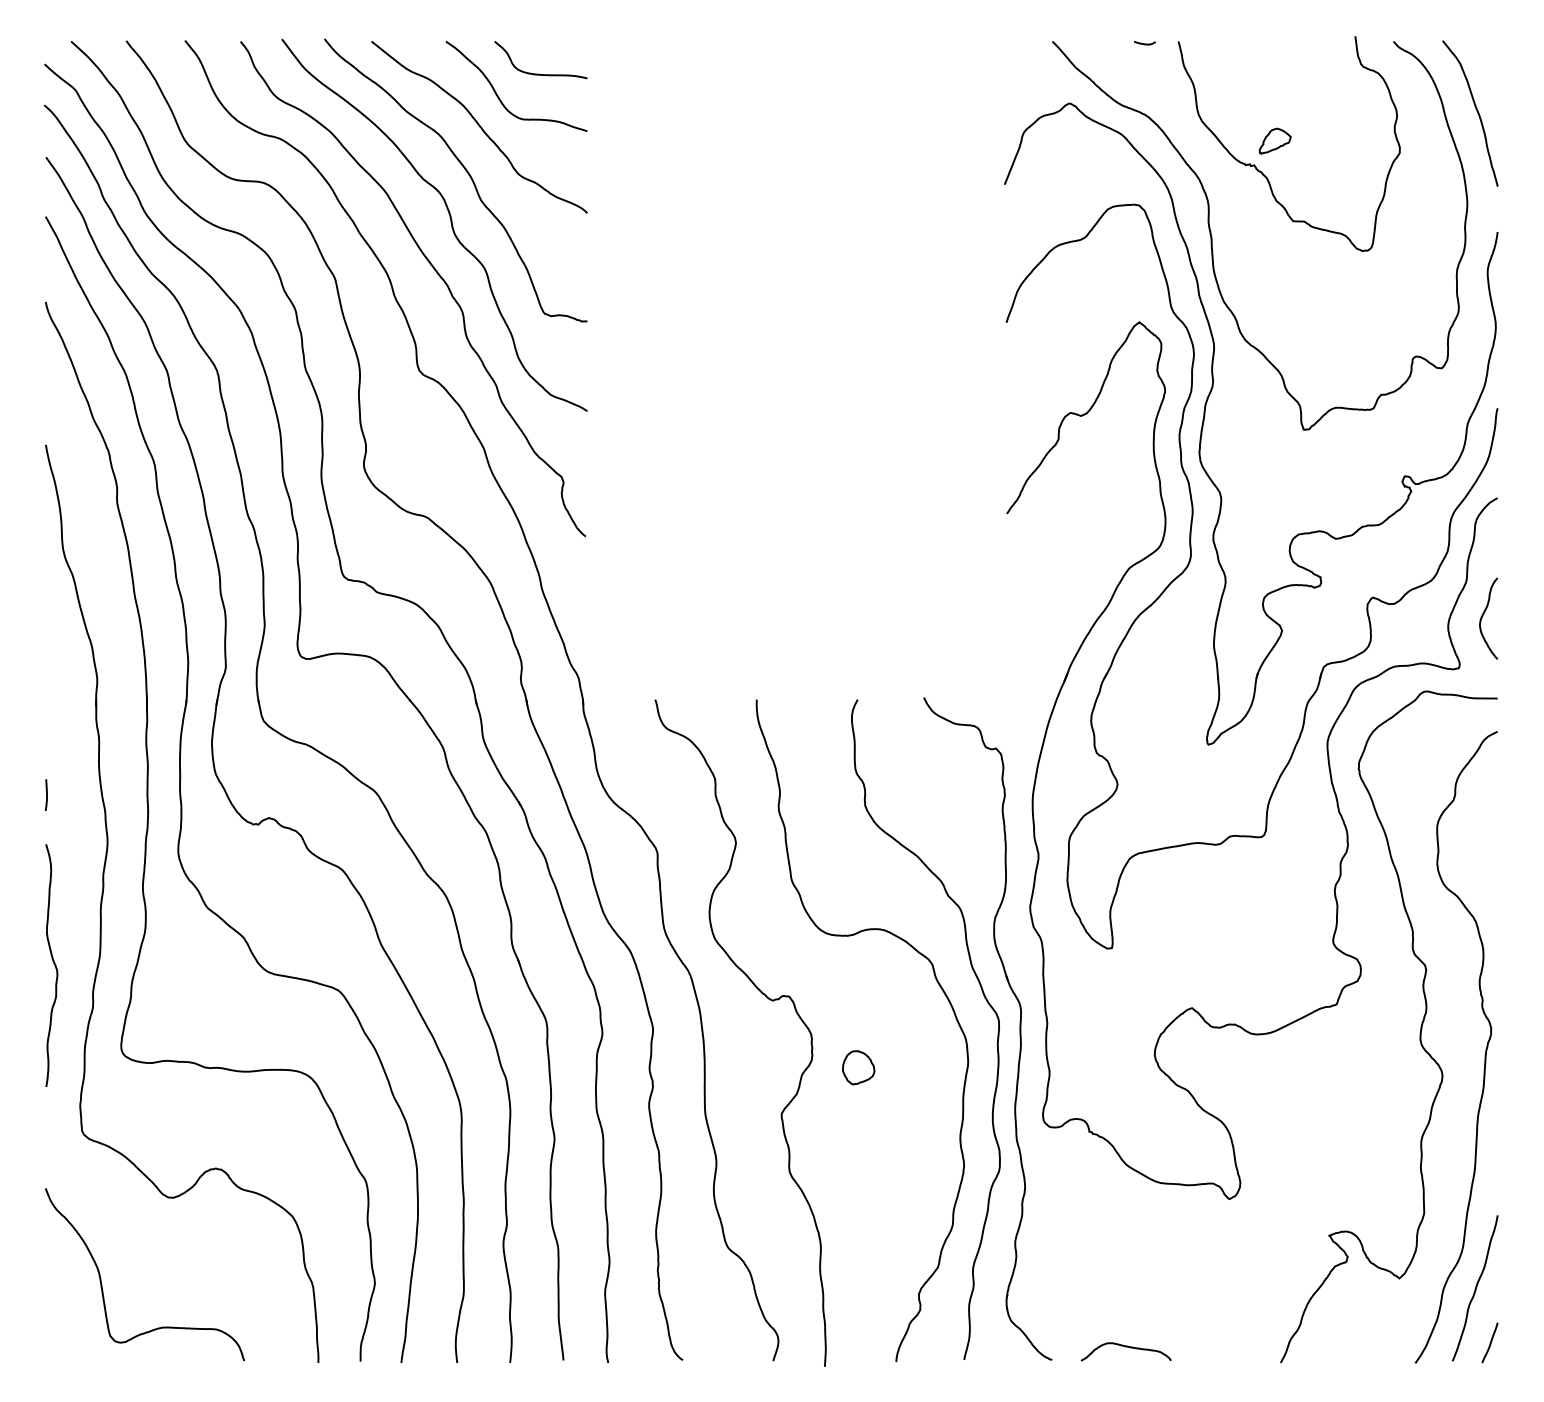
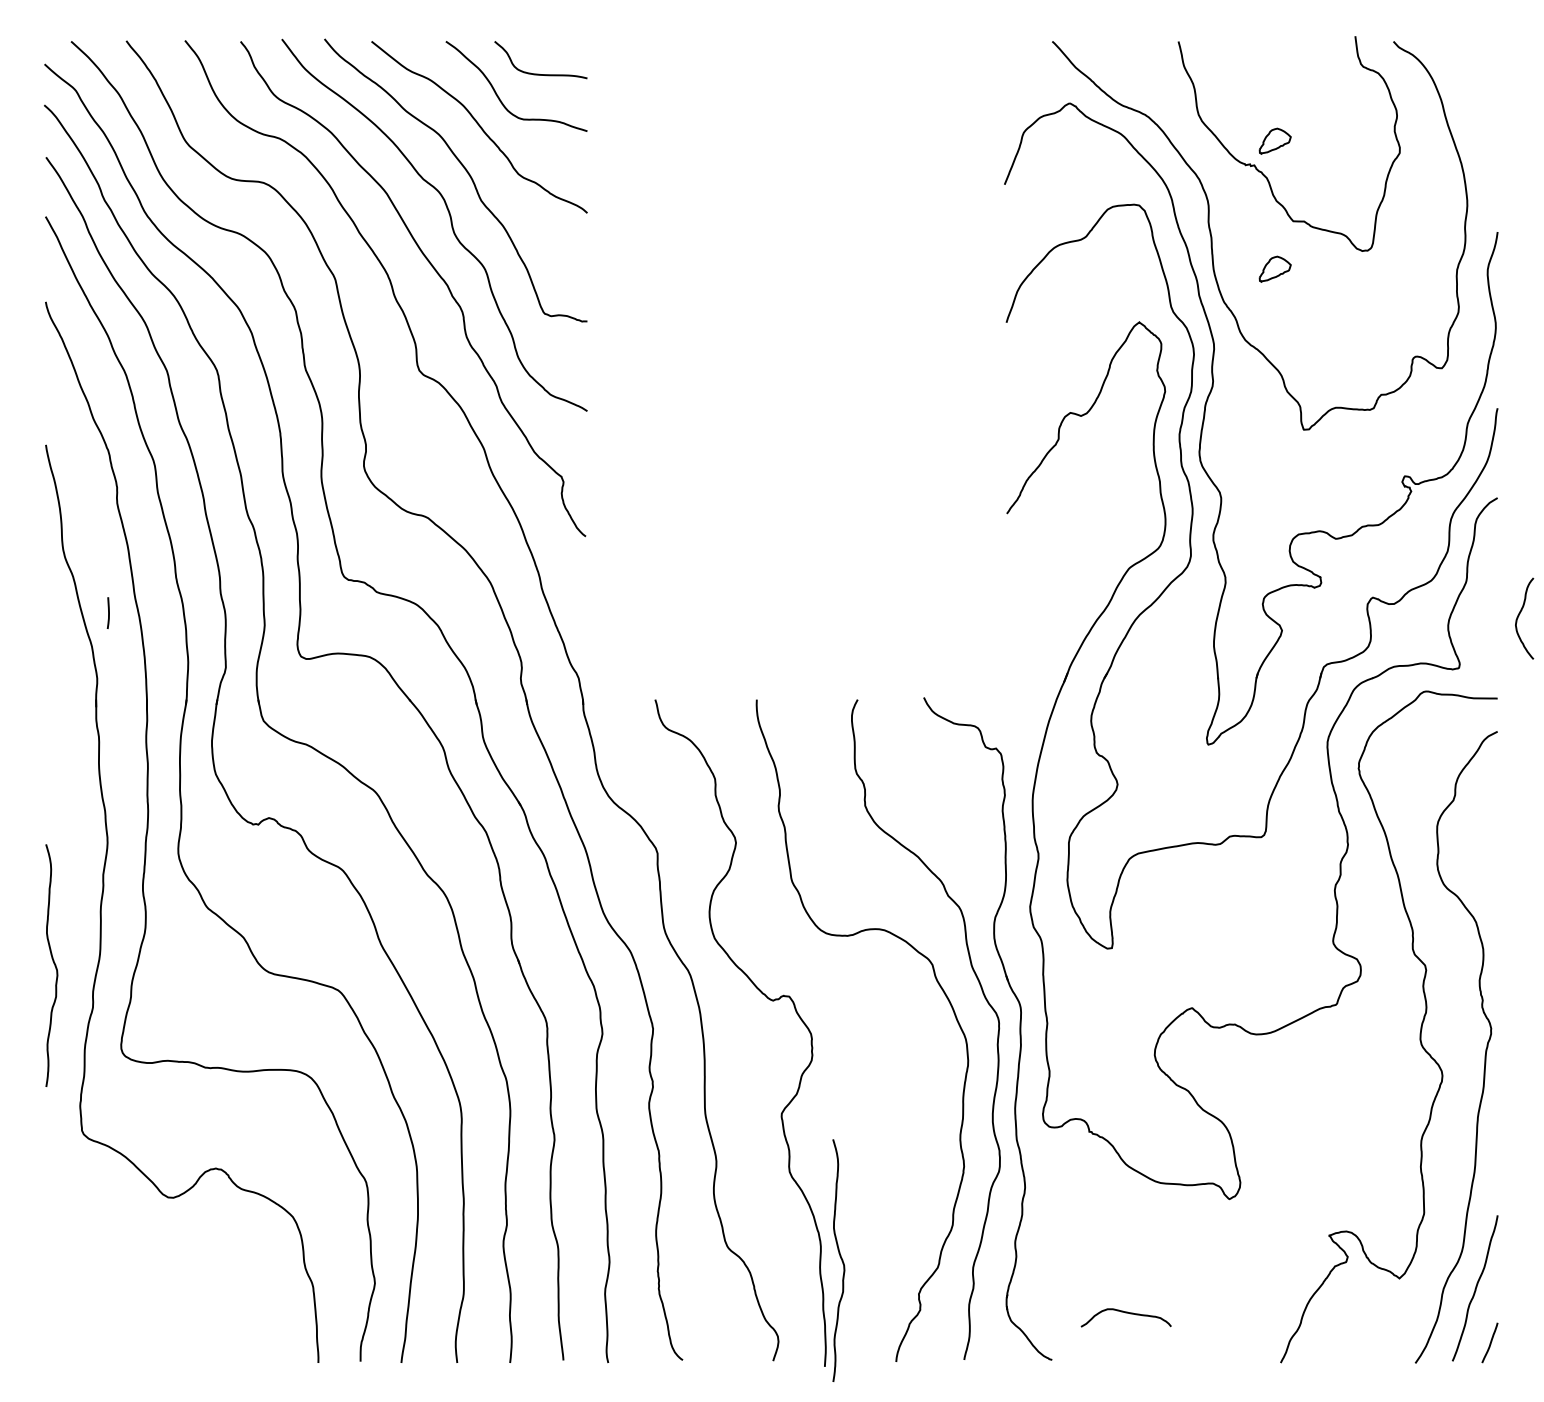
curve at (1145, 43): present -> none
curve at (1476, 111): present -> none
part at (1274, 268): none -> present
curve at (1483, 616) position: (1483, 616) -> (1519, 616)
line at (46, 794) position: (46, 794) -> (108, 612)
part at (858, 1067): present -> none
curve at (840, 1258): none -> present
curve at (102, 1284): present -> none
curve at (1125, 1347) position: (1125, 1347) -> (1125, 1313)
